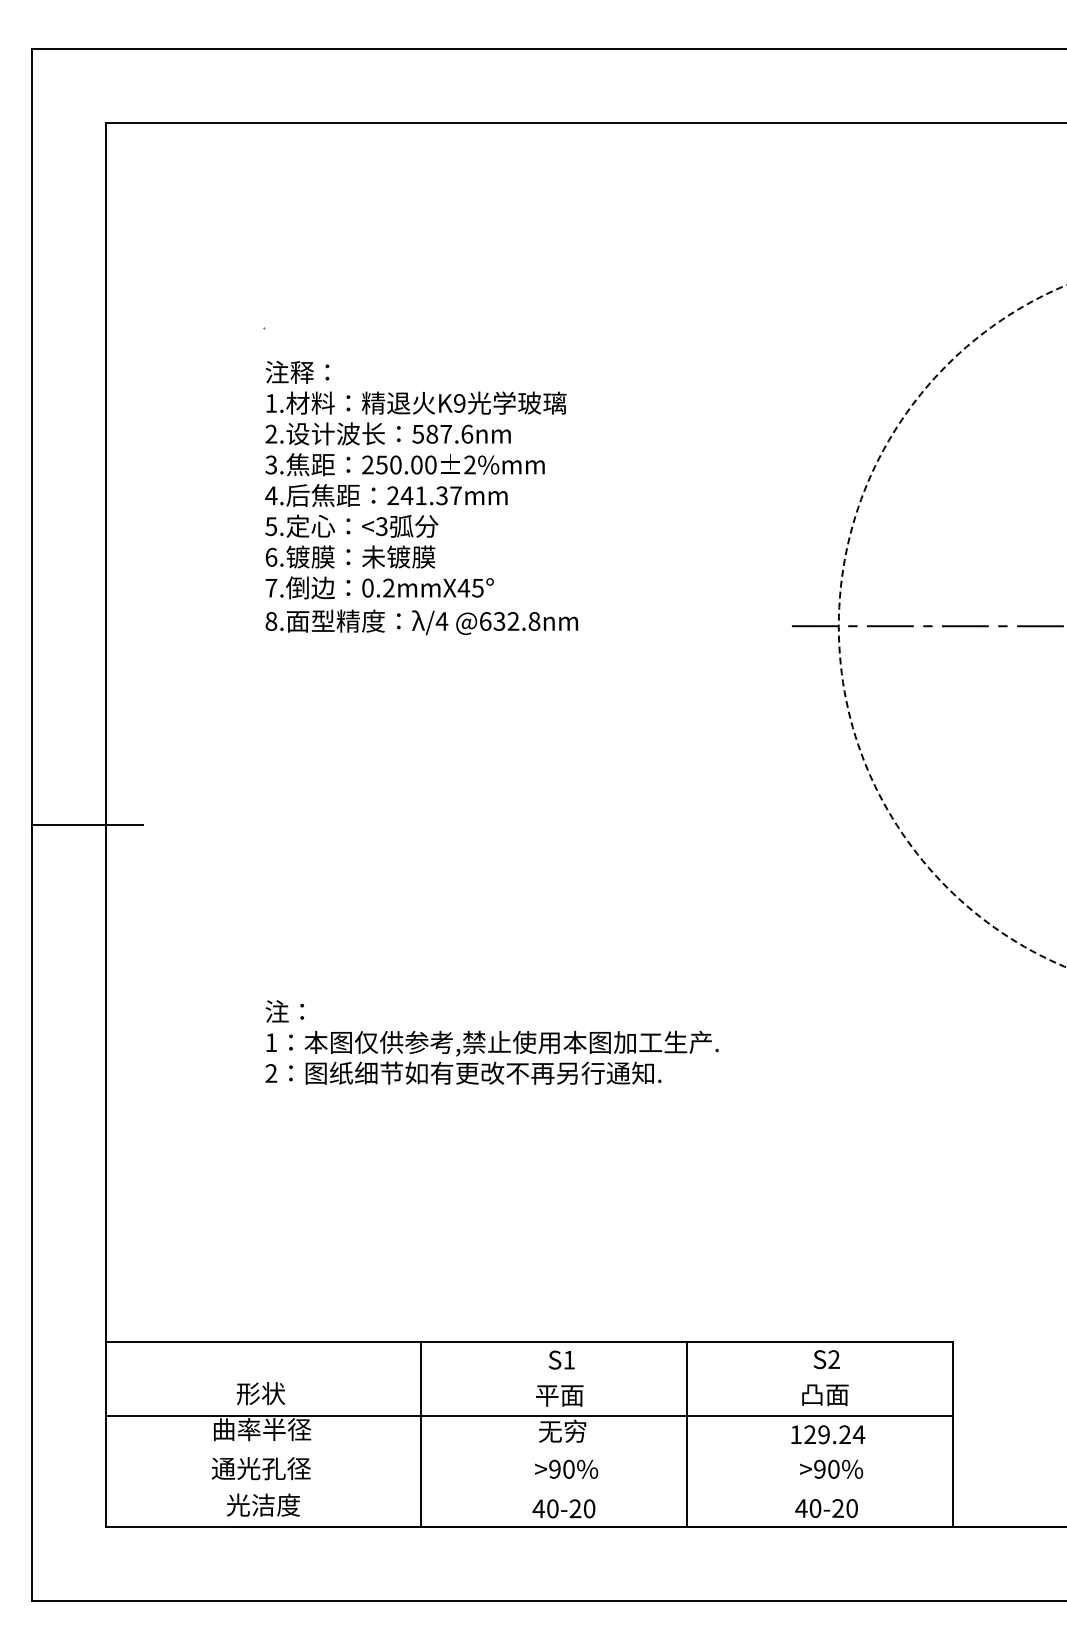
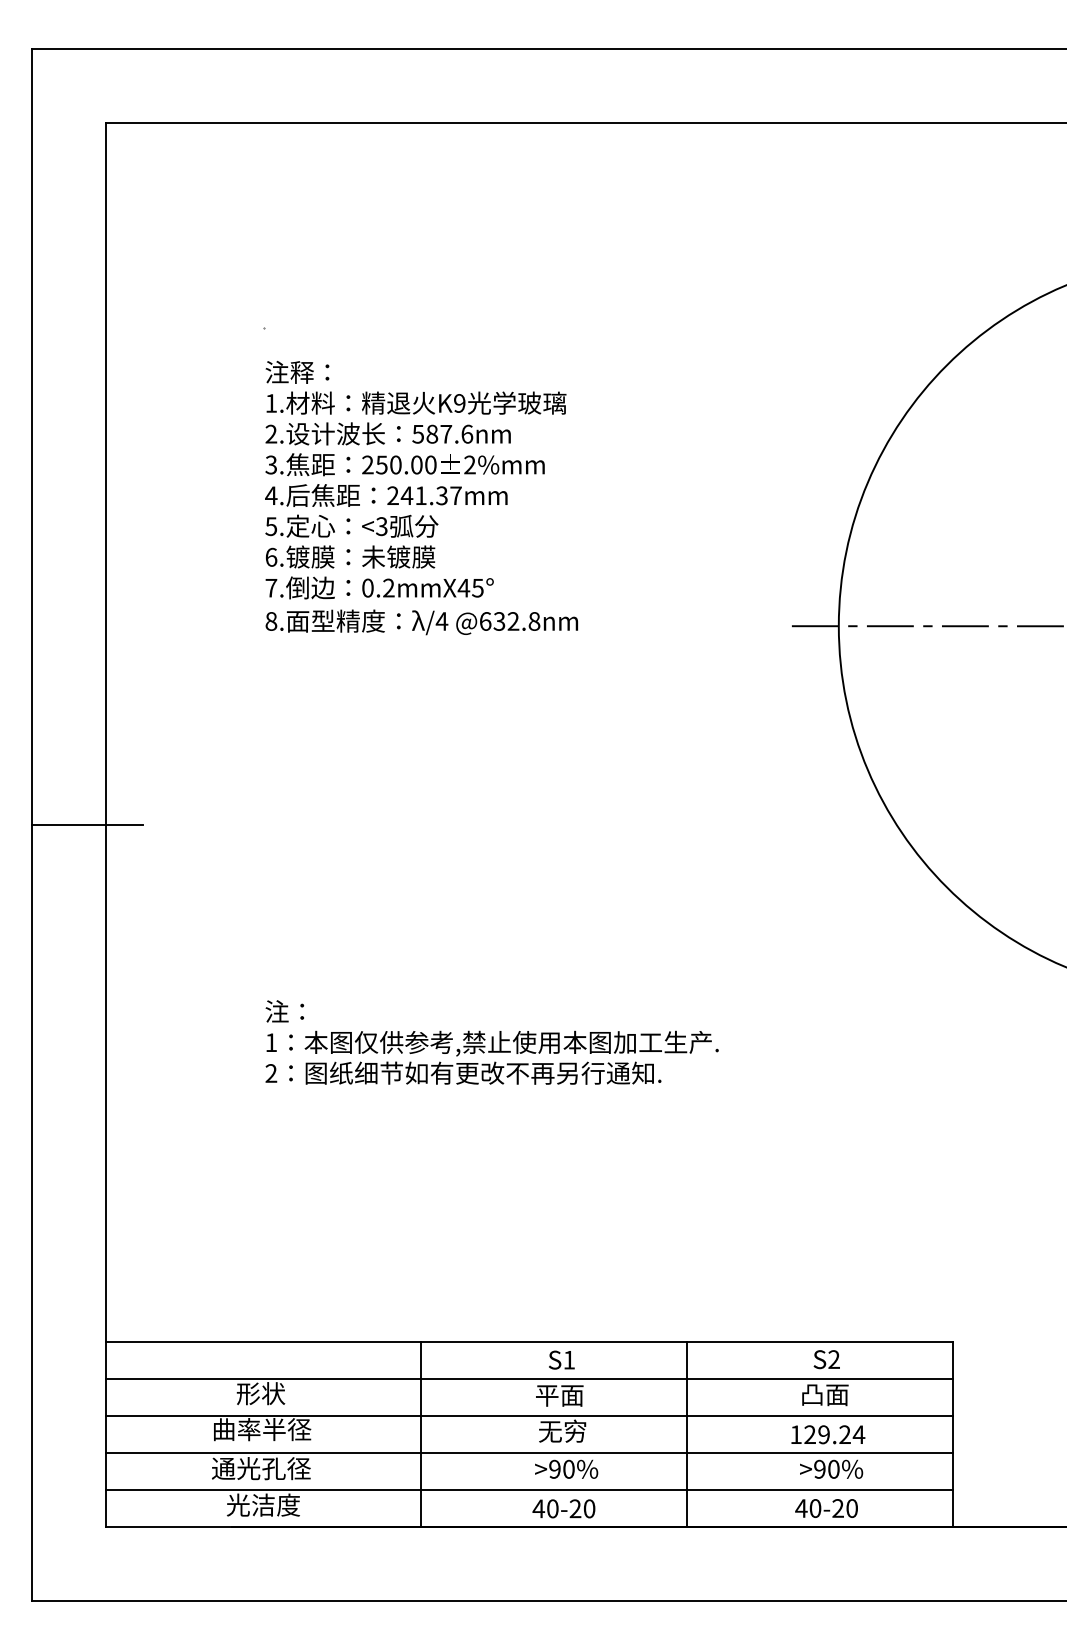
circle at (952, 626): dashed -> solid
line at (528, 1378): none -> present
line at (528, 1452): none -> present
line at (528, 1489): none -> present
